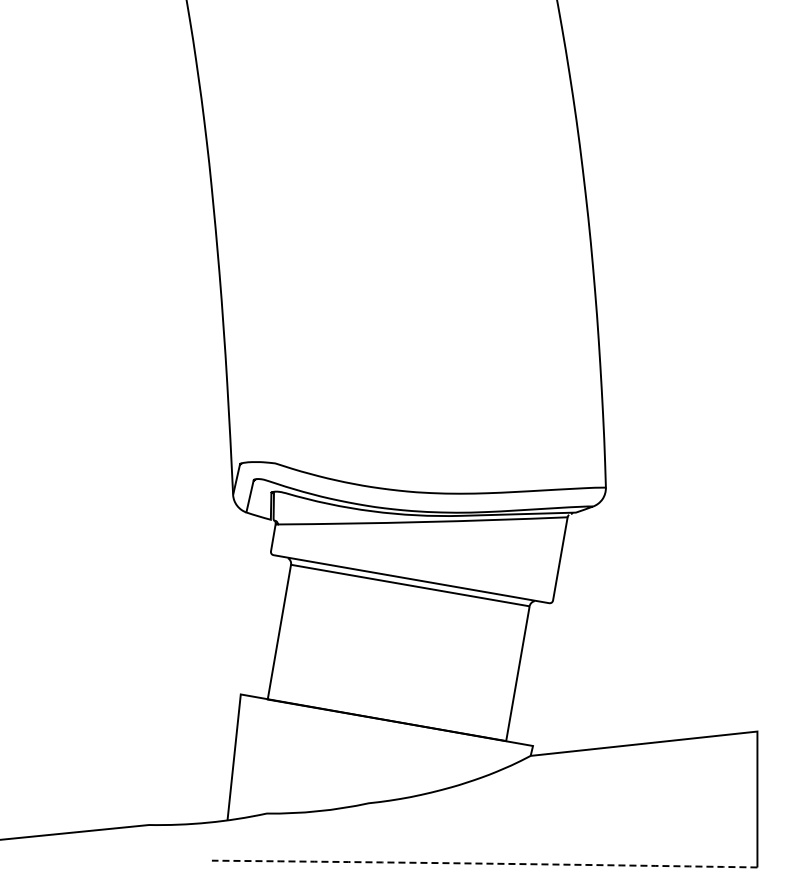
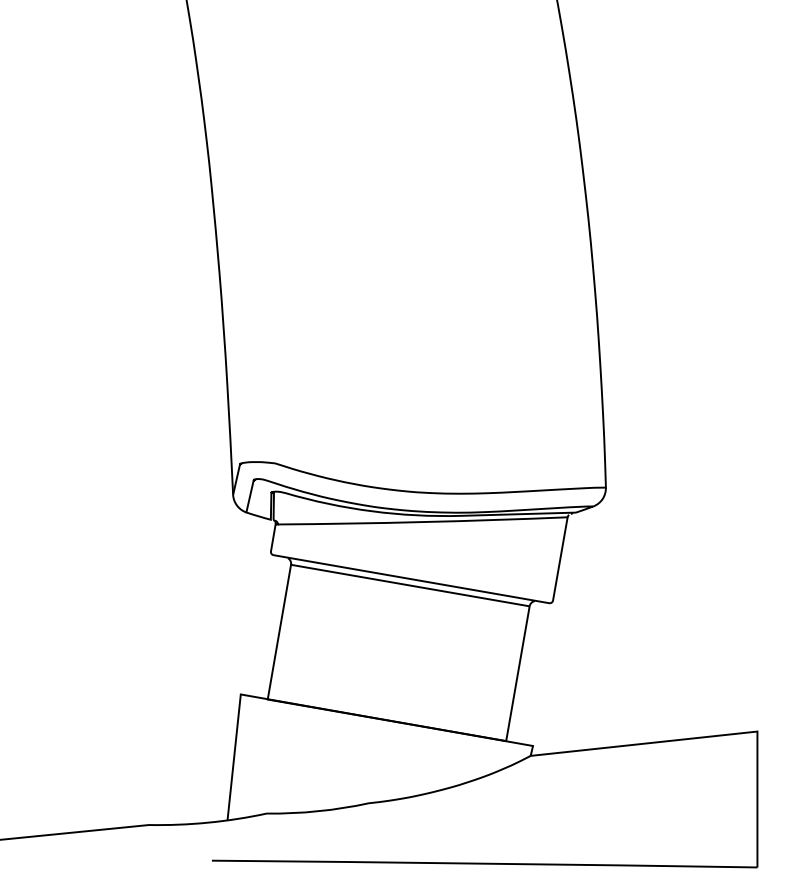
line at (484, 863): dashed -> solid
